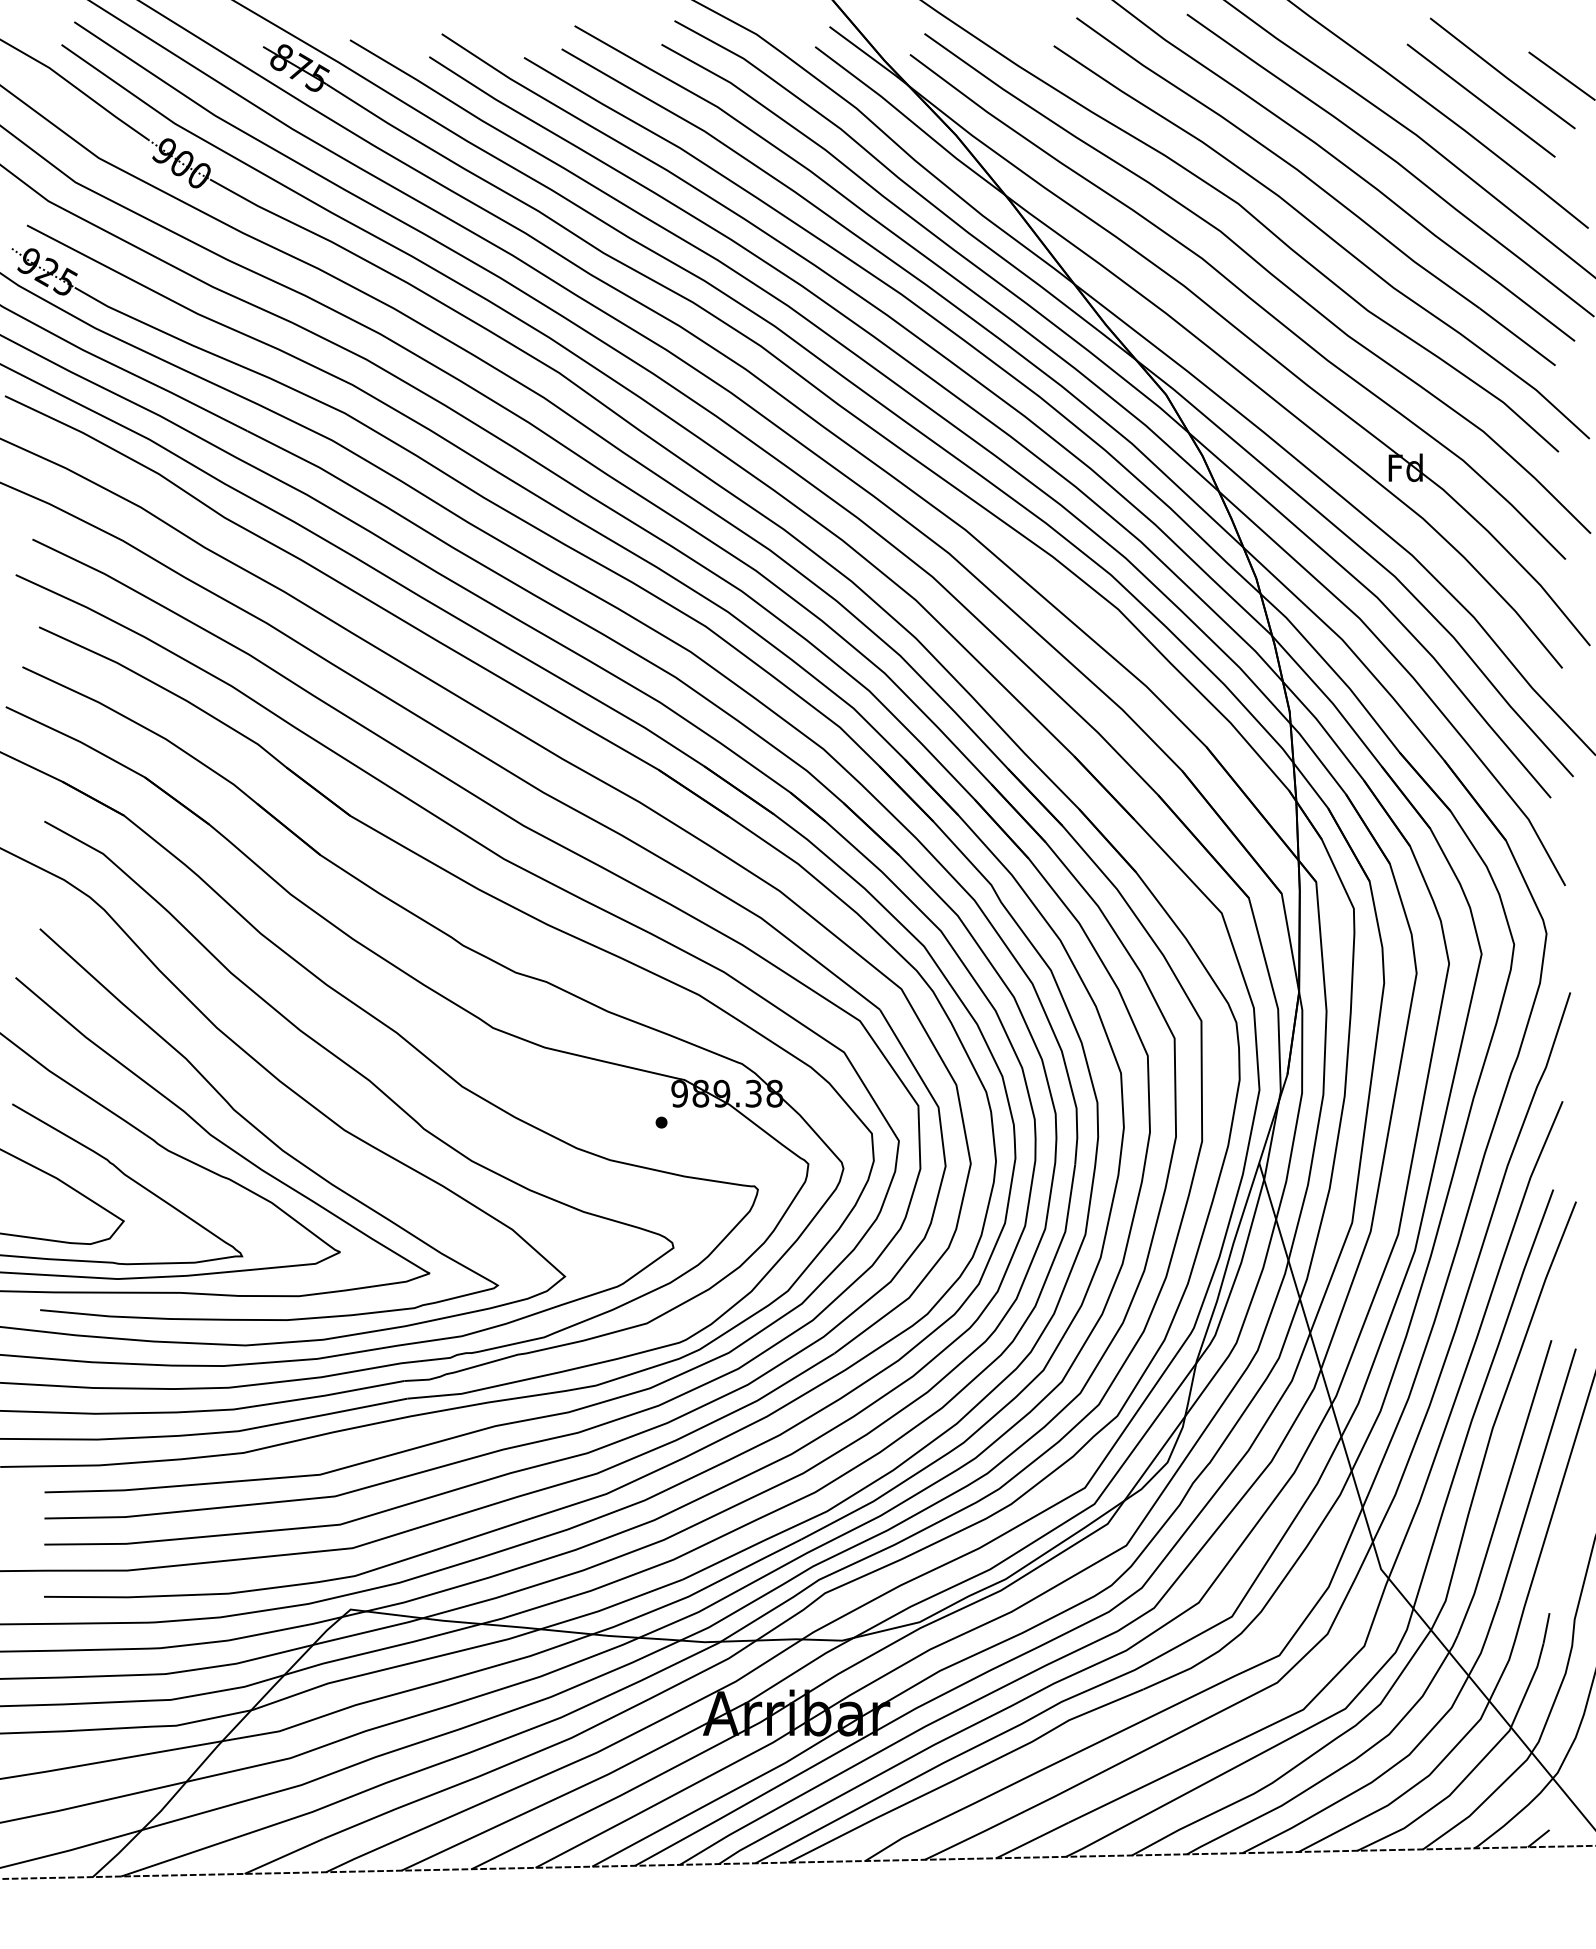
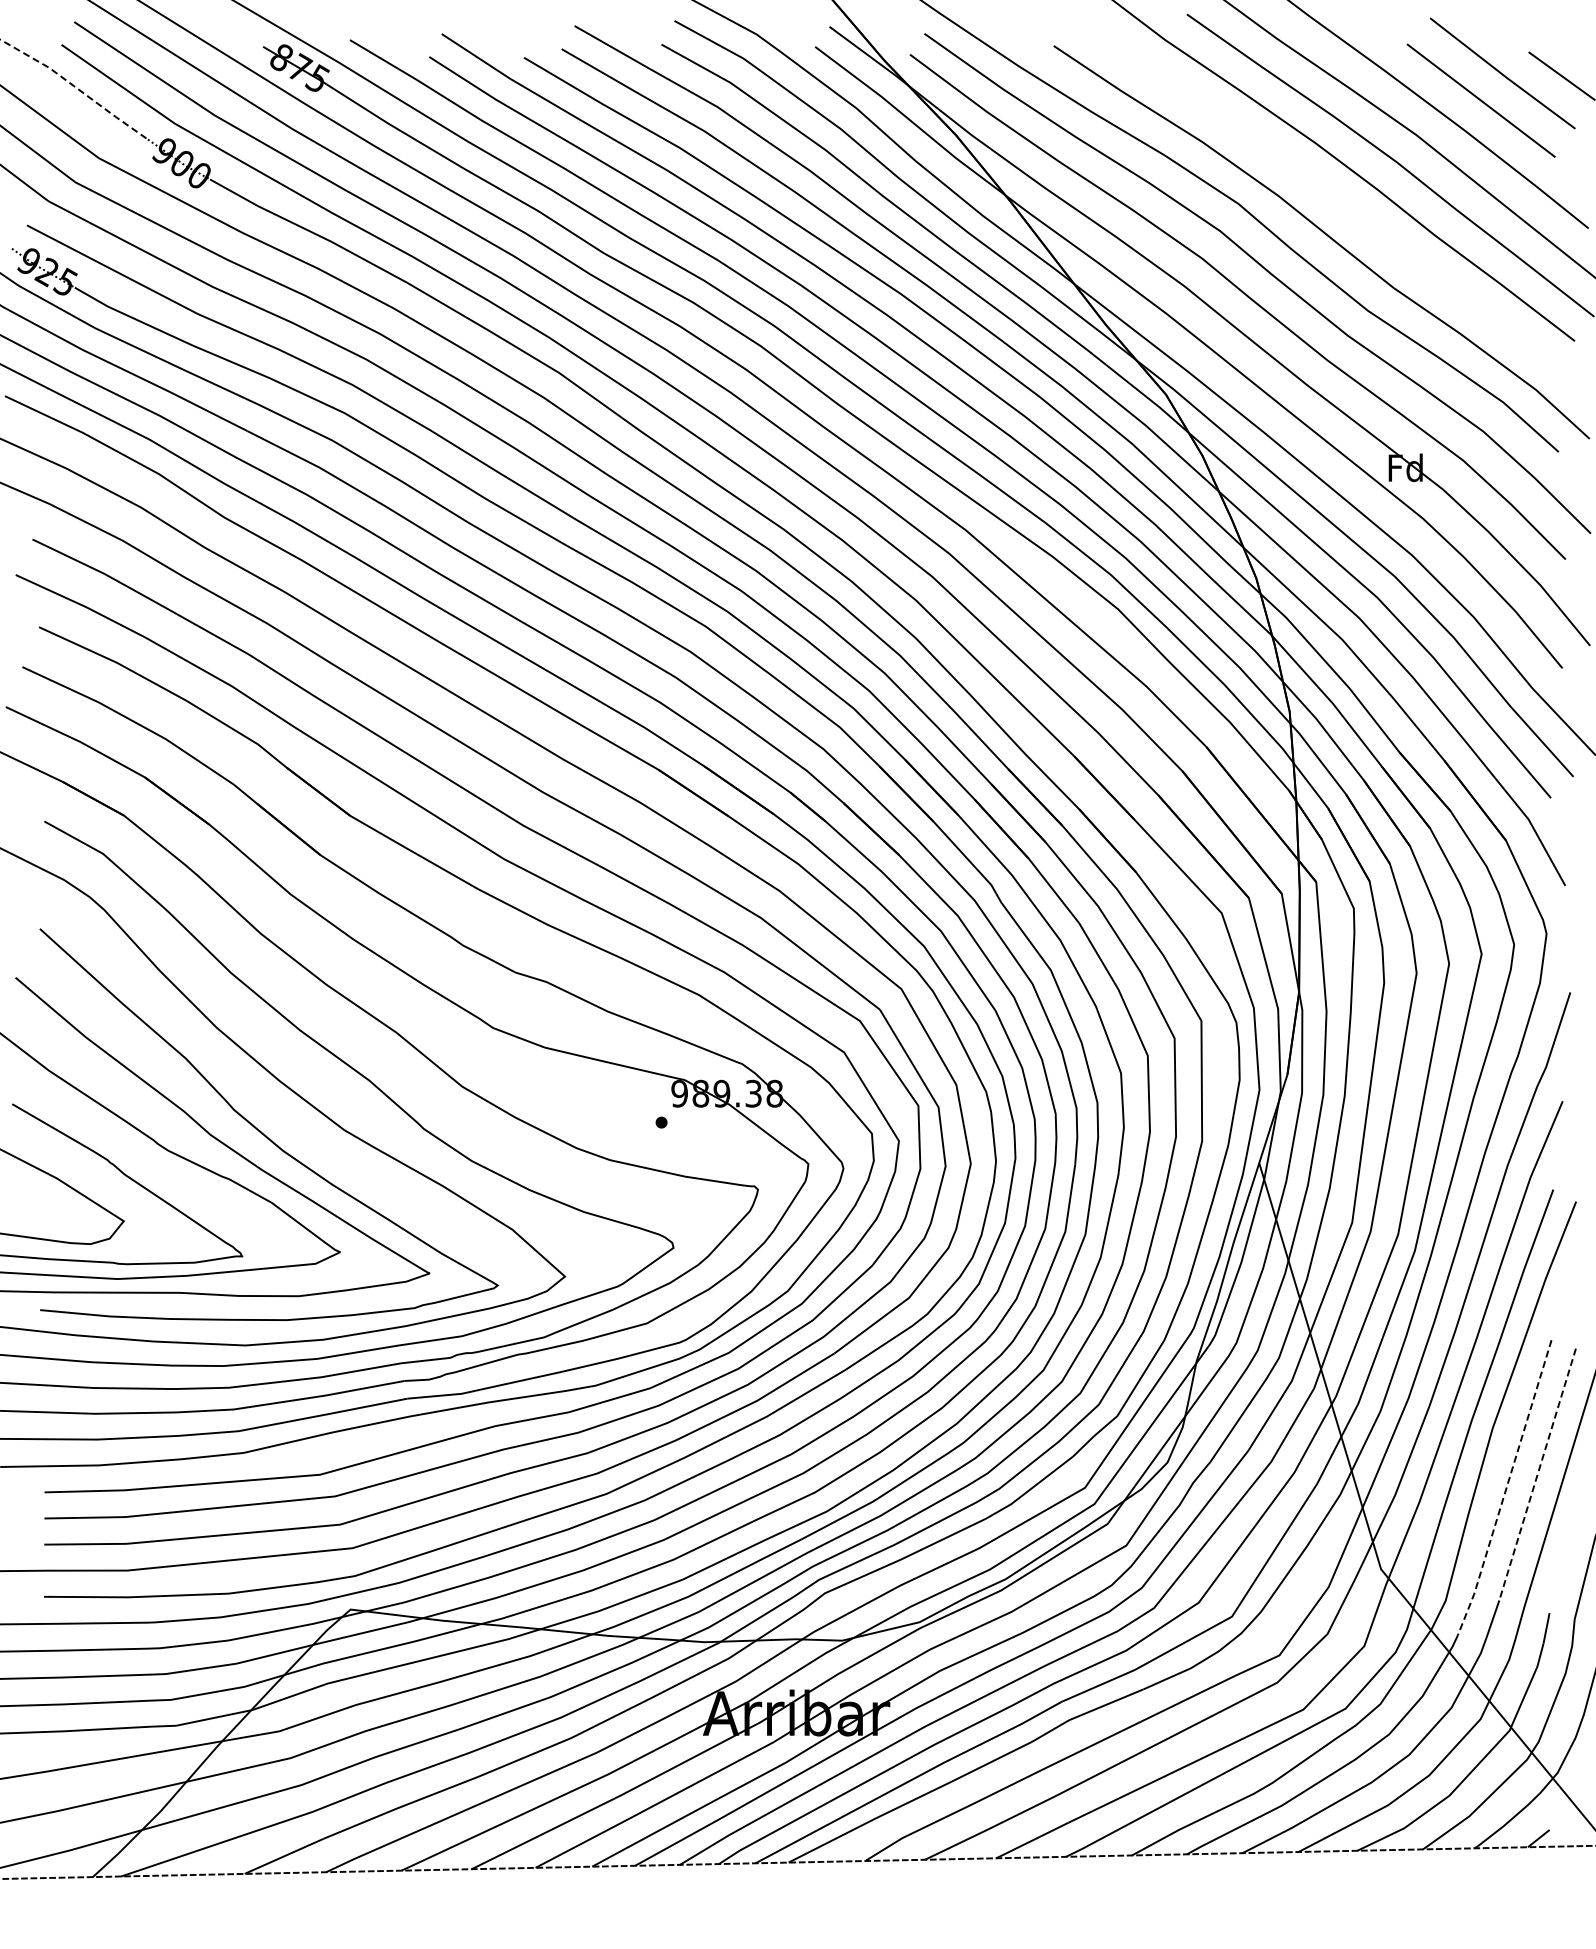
line at (76, 87): solid -> dashed
part at (1315, 191): present -> none
line at (1537, 1474): solid -> dashed
line at (1506, 1489): solid -> dashed
